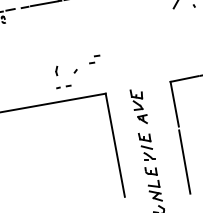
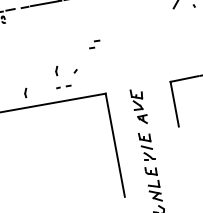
part at (94, 59) position: (94, 59) -> (94, 44)
part at (25, 92): none -> present
line at (184, 161): present -> none
